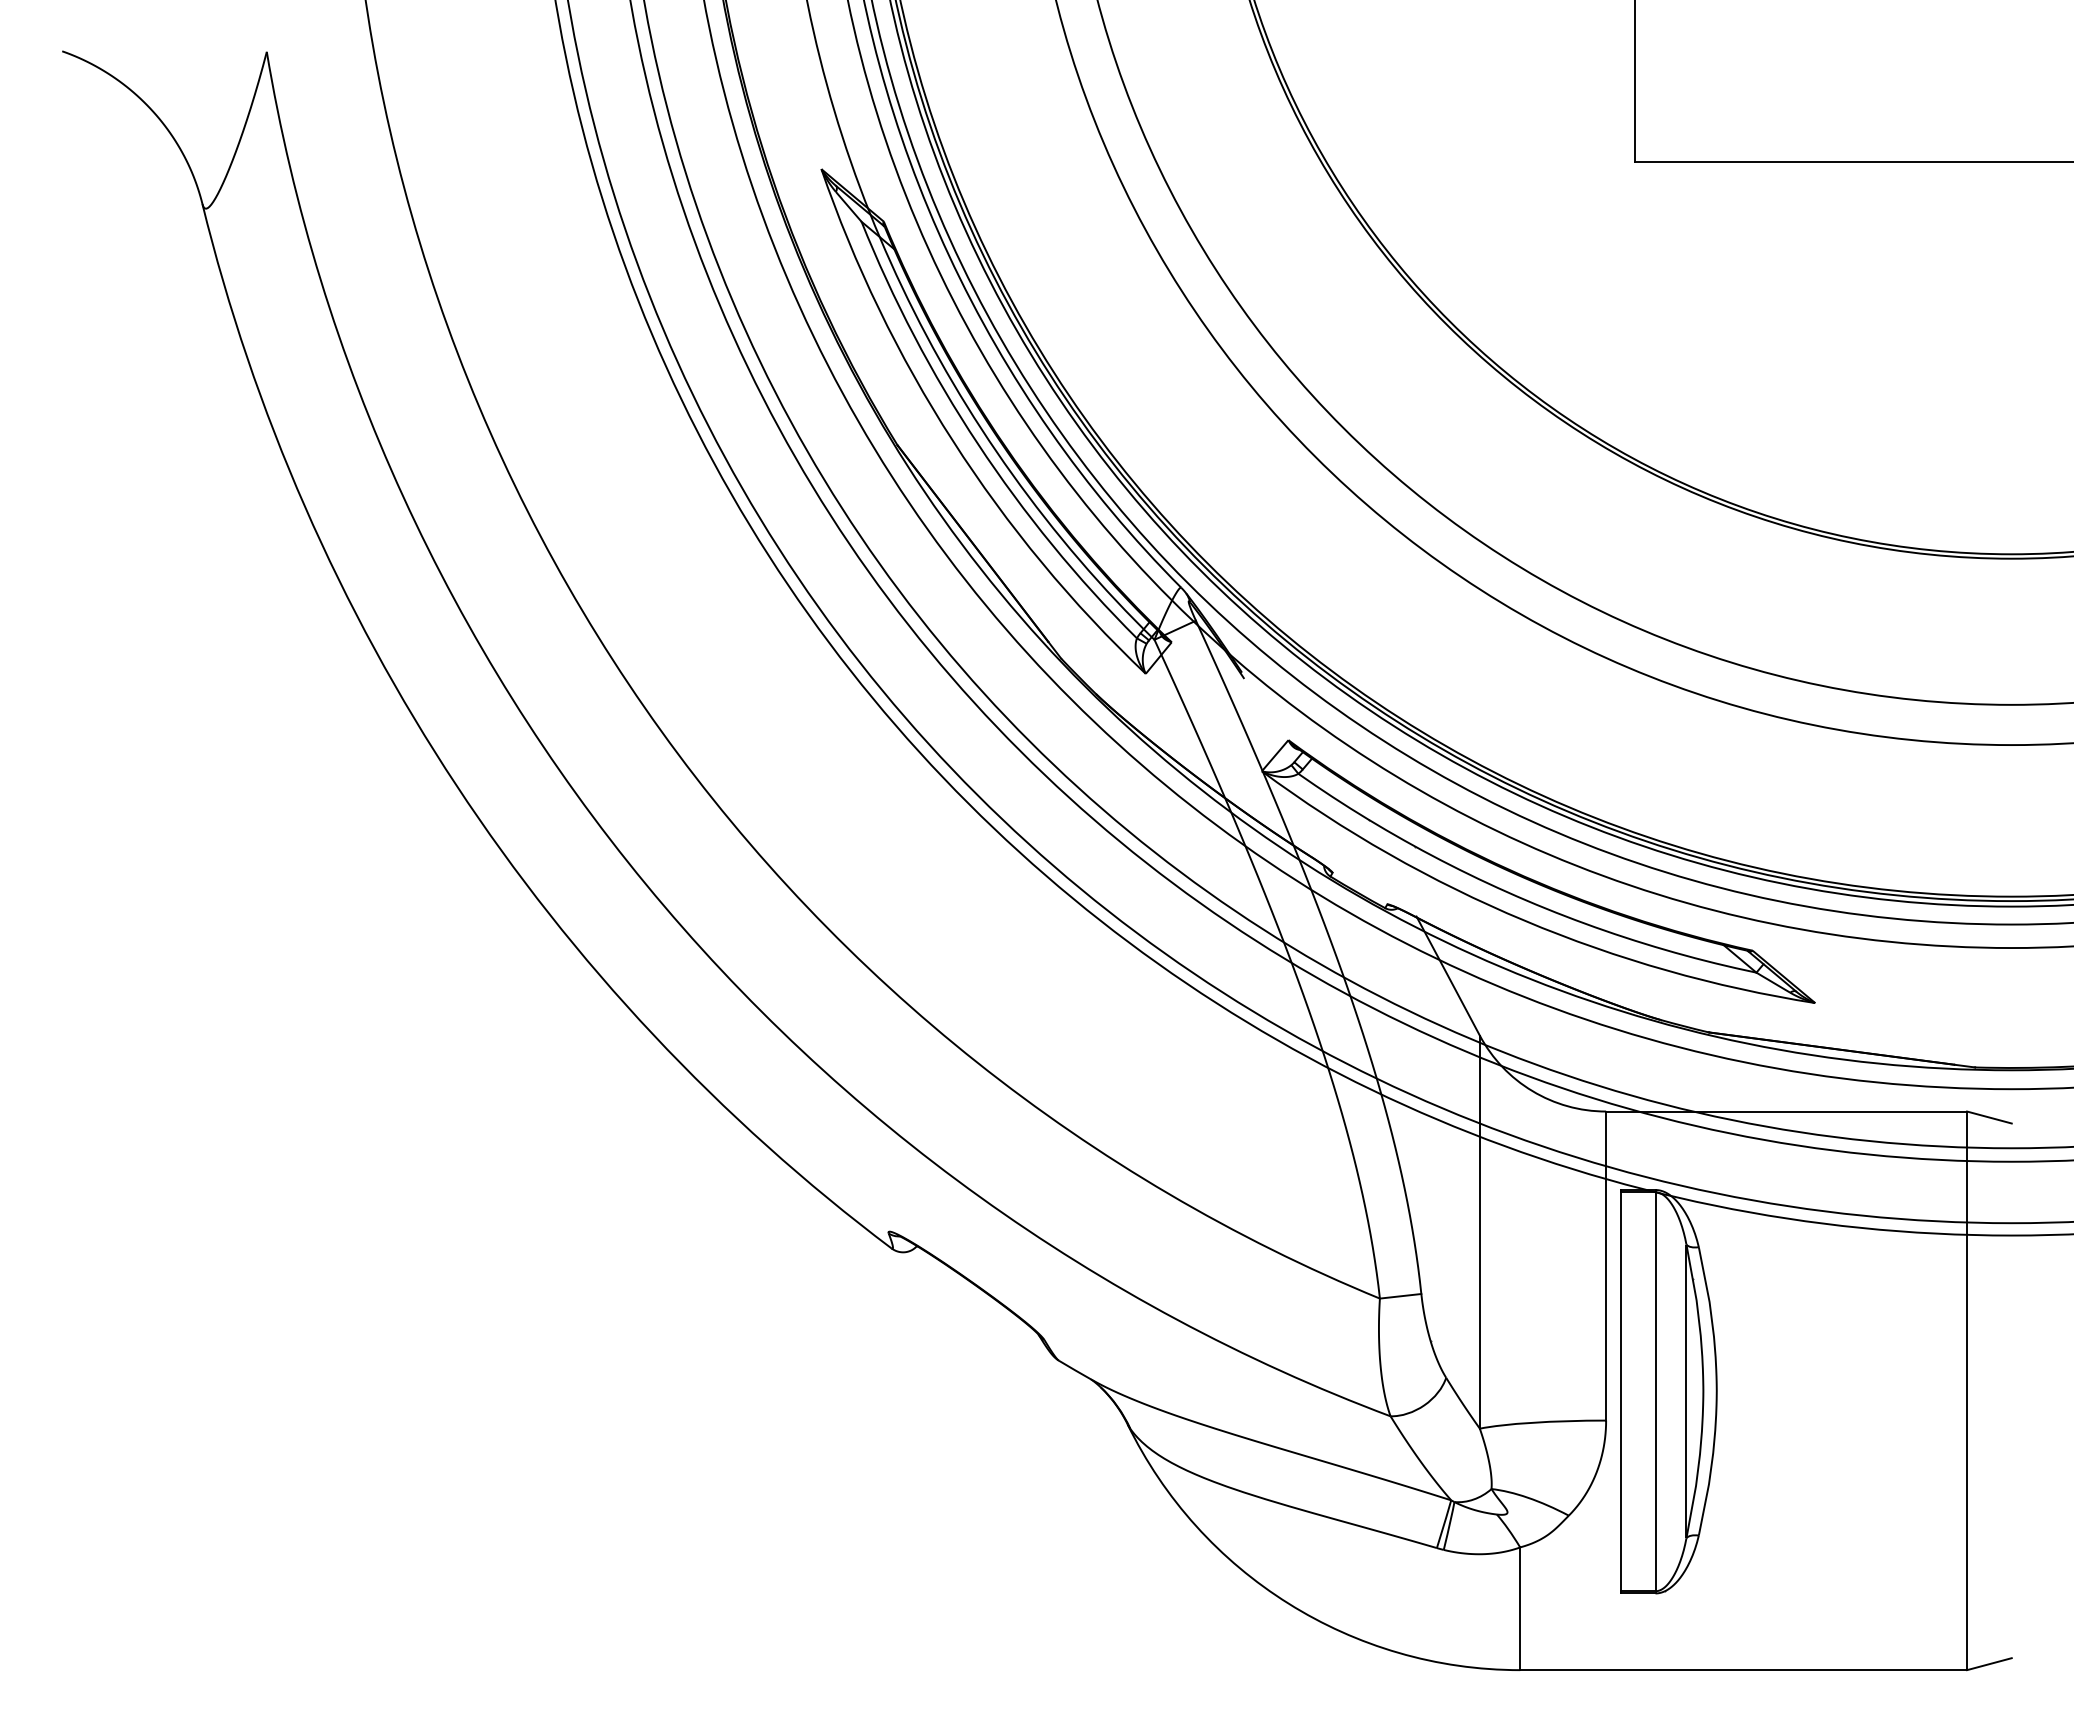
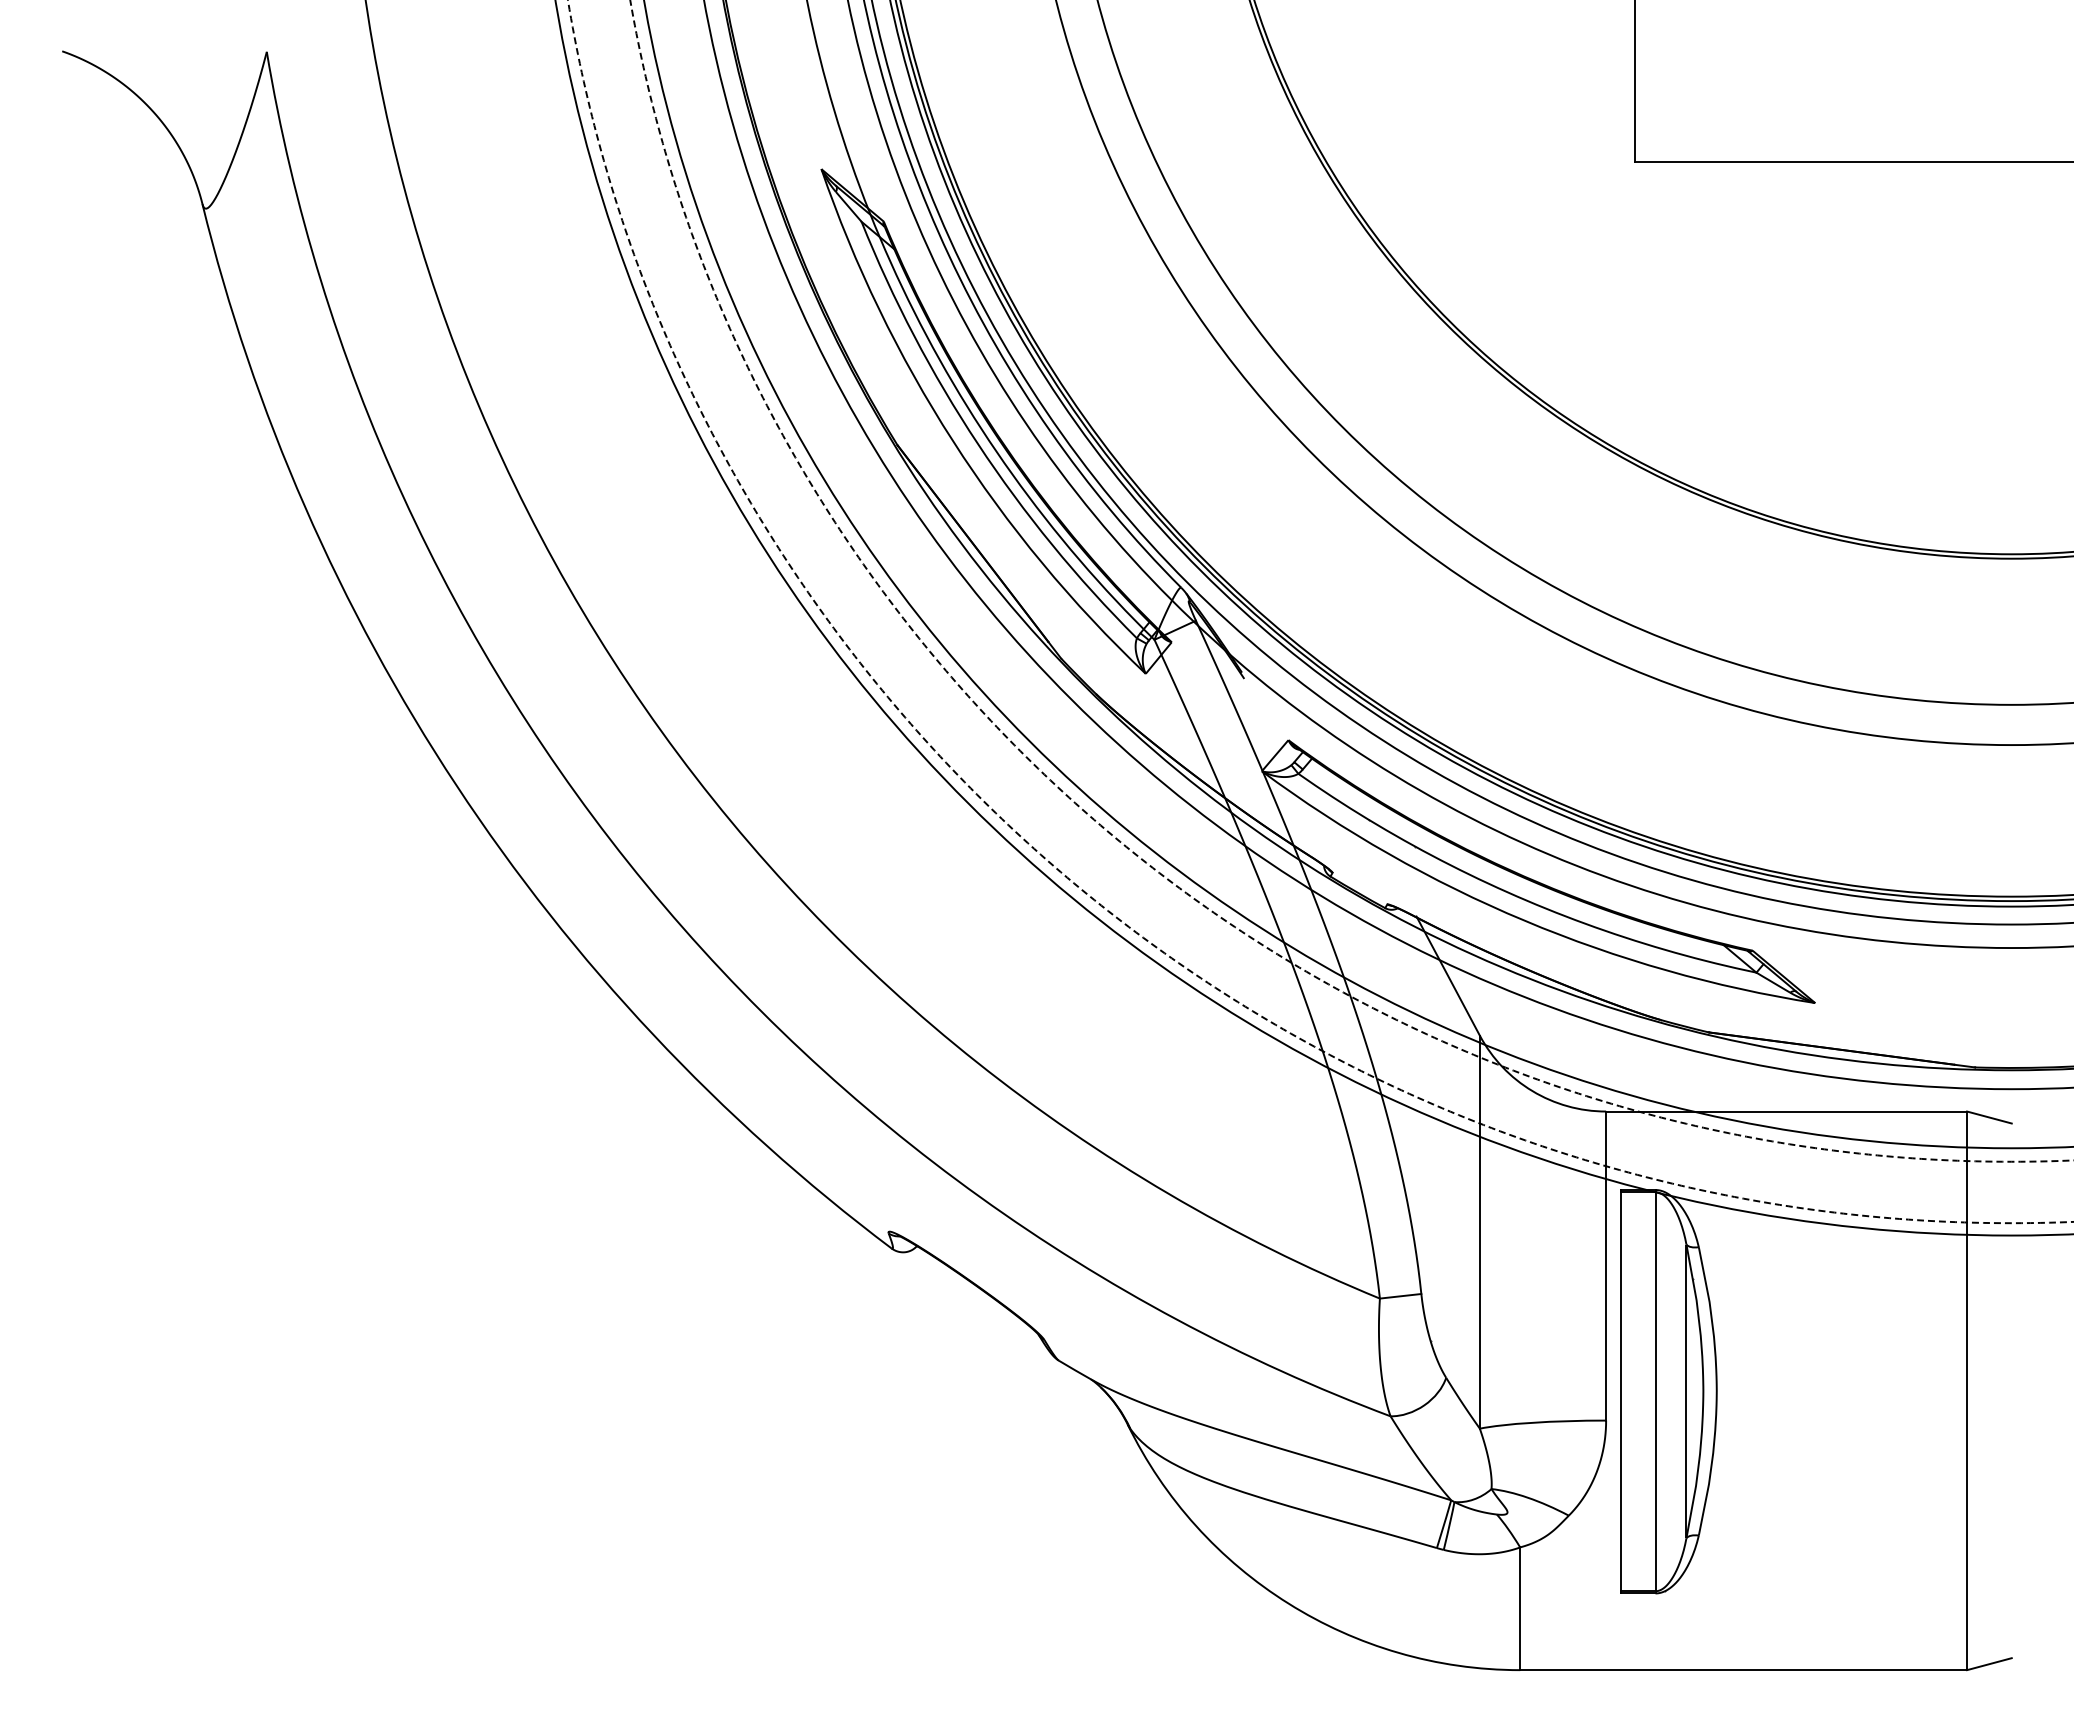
circle at (1351, 580): solid -> dashed
circle at (1320, 611): solid -> dashed
